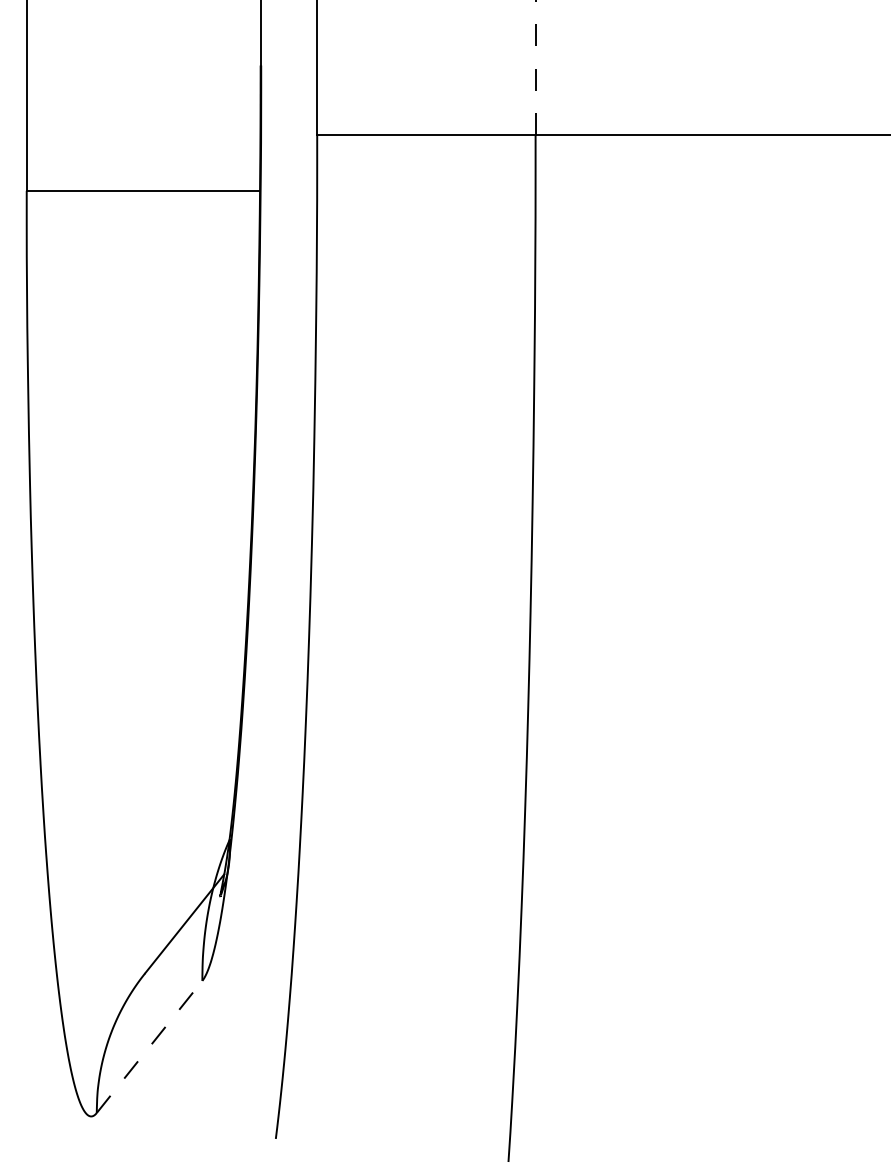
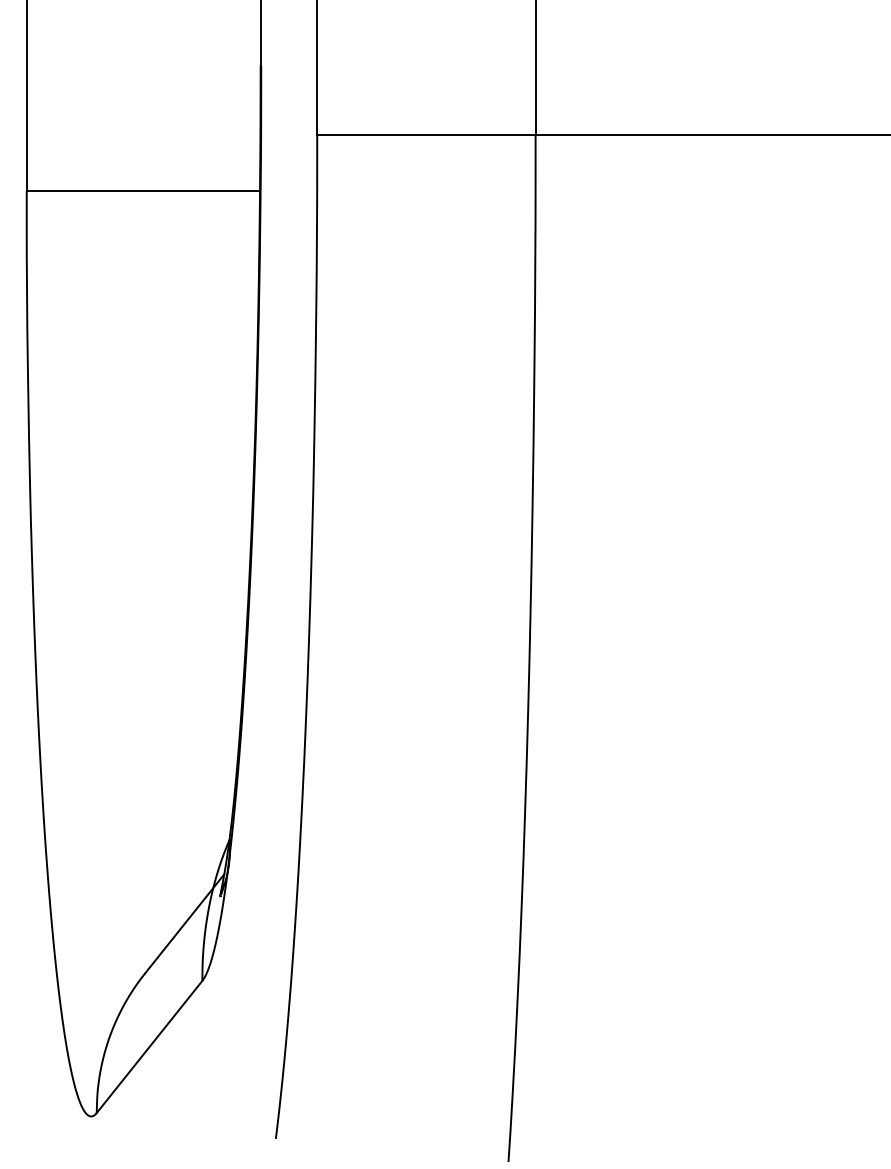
line at (535, 67): dashed -> solid
line at (149, 1046): dashed -> solid
